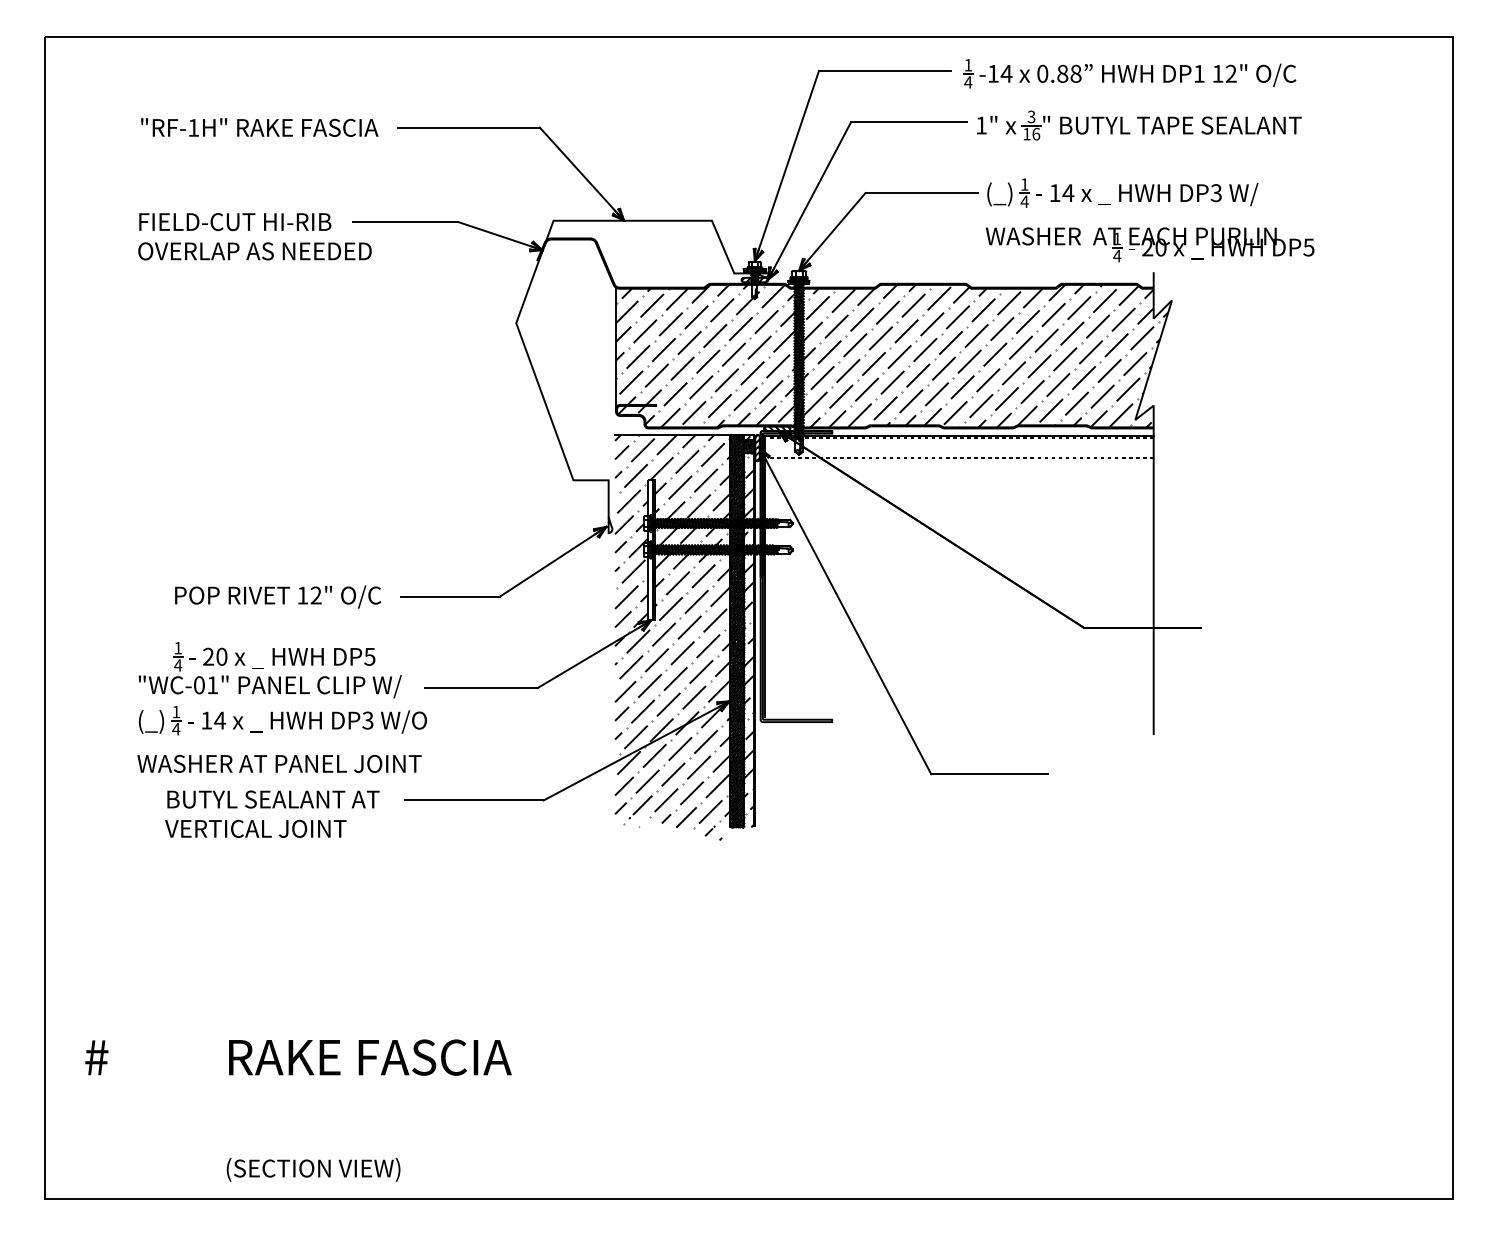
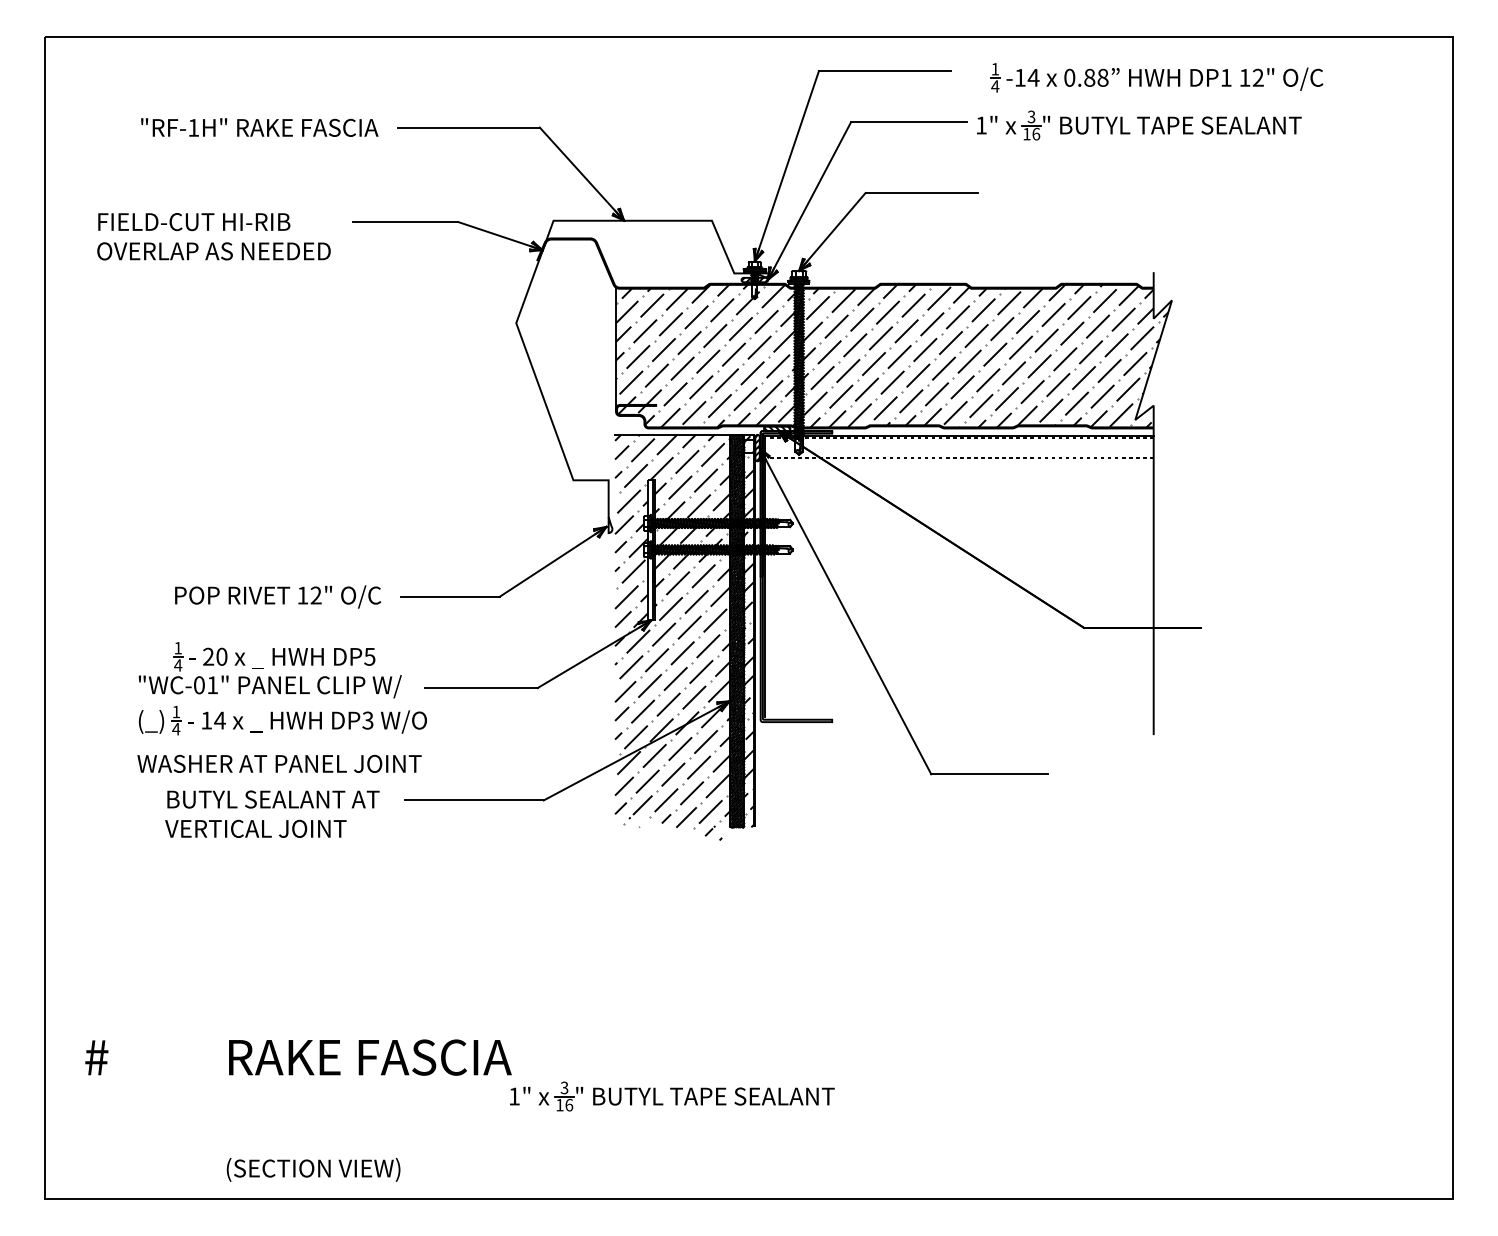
part at (1129, 73) position: (1129, 73) -> (1156, 77)
part at (1149, 227): present -> none
text at (254, 236) position: (254, 236) -> (213, 236)
hatch at (748, 446): present -> none
part at (672, 1096): none -> present
